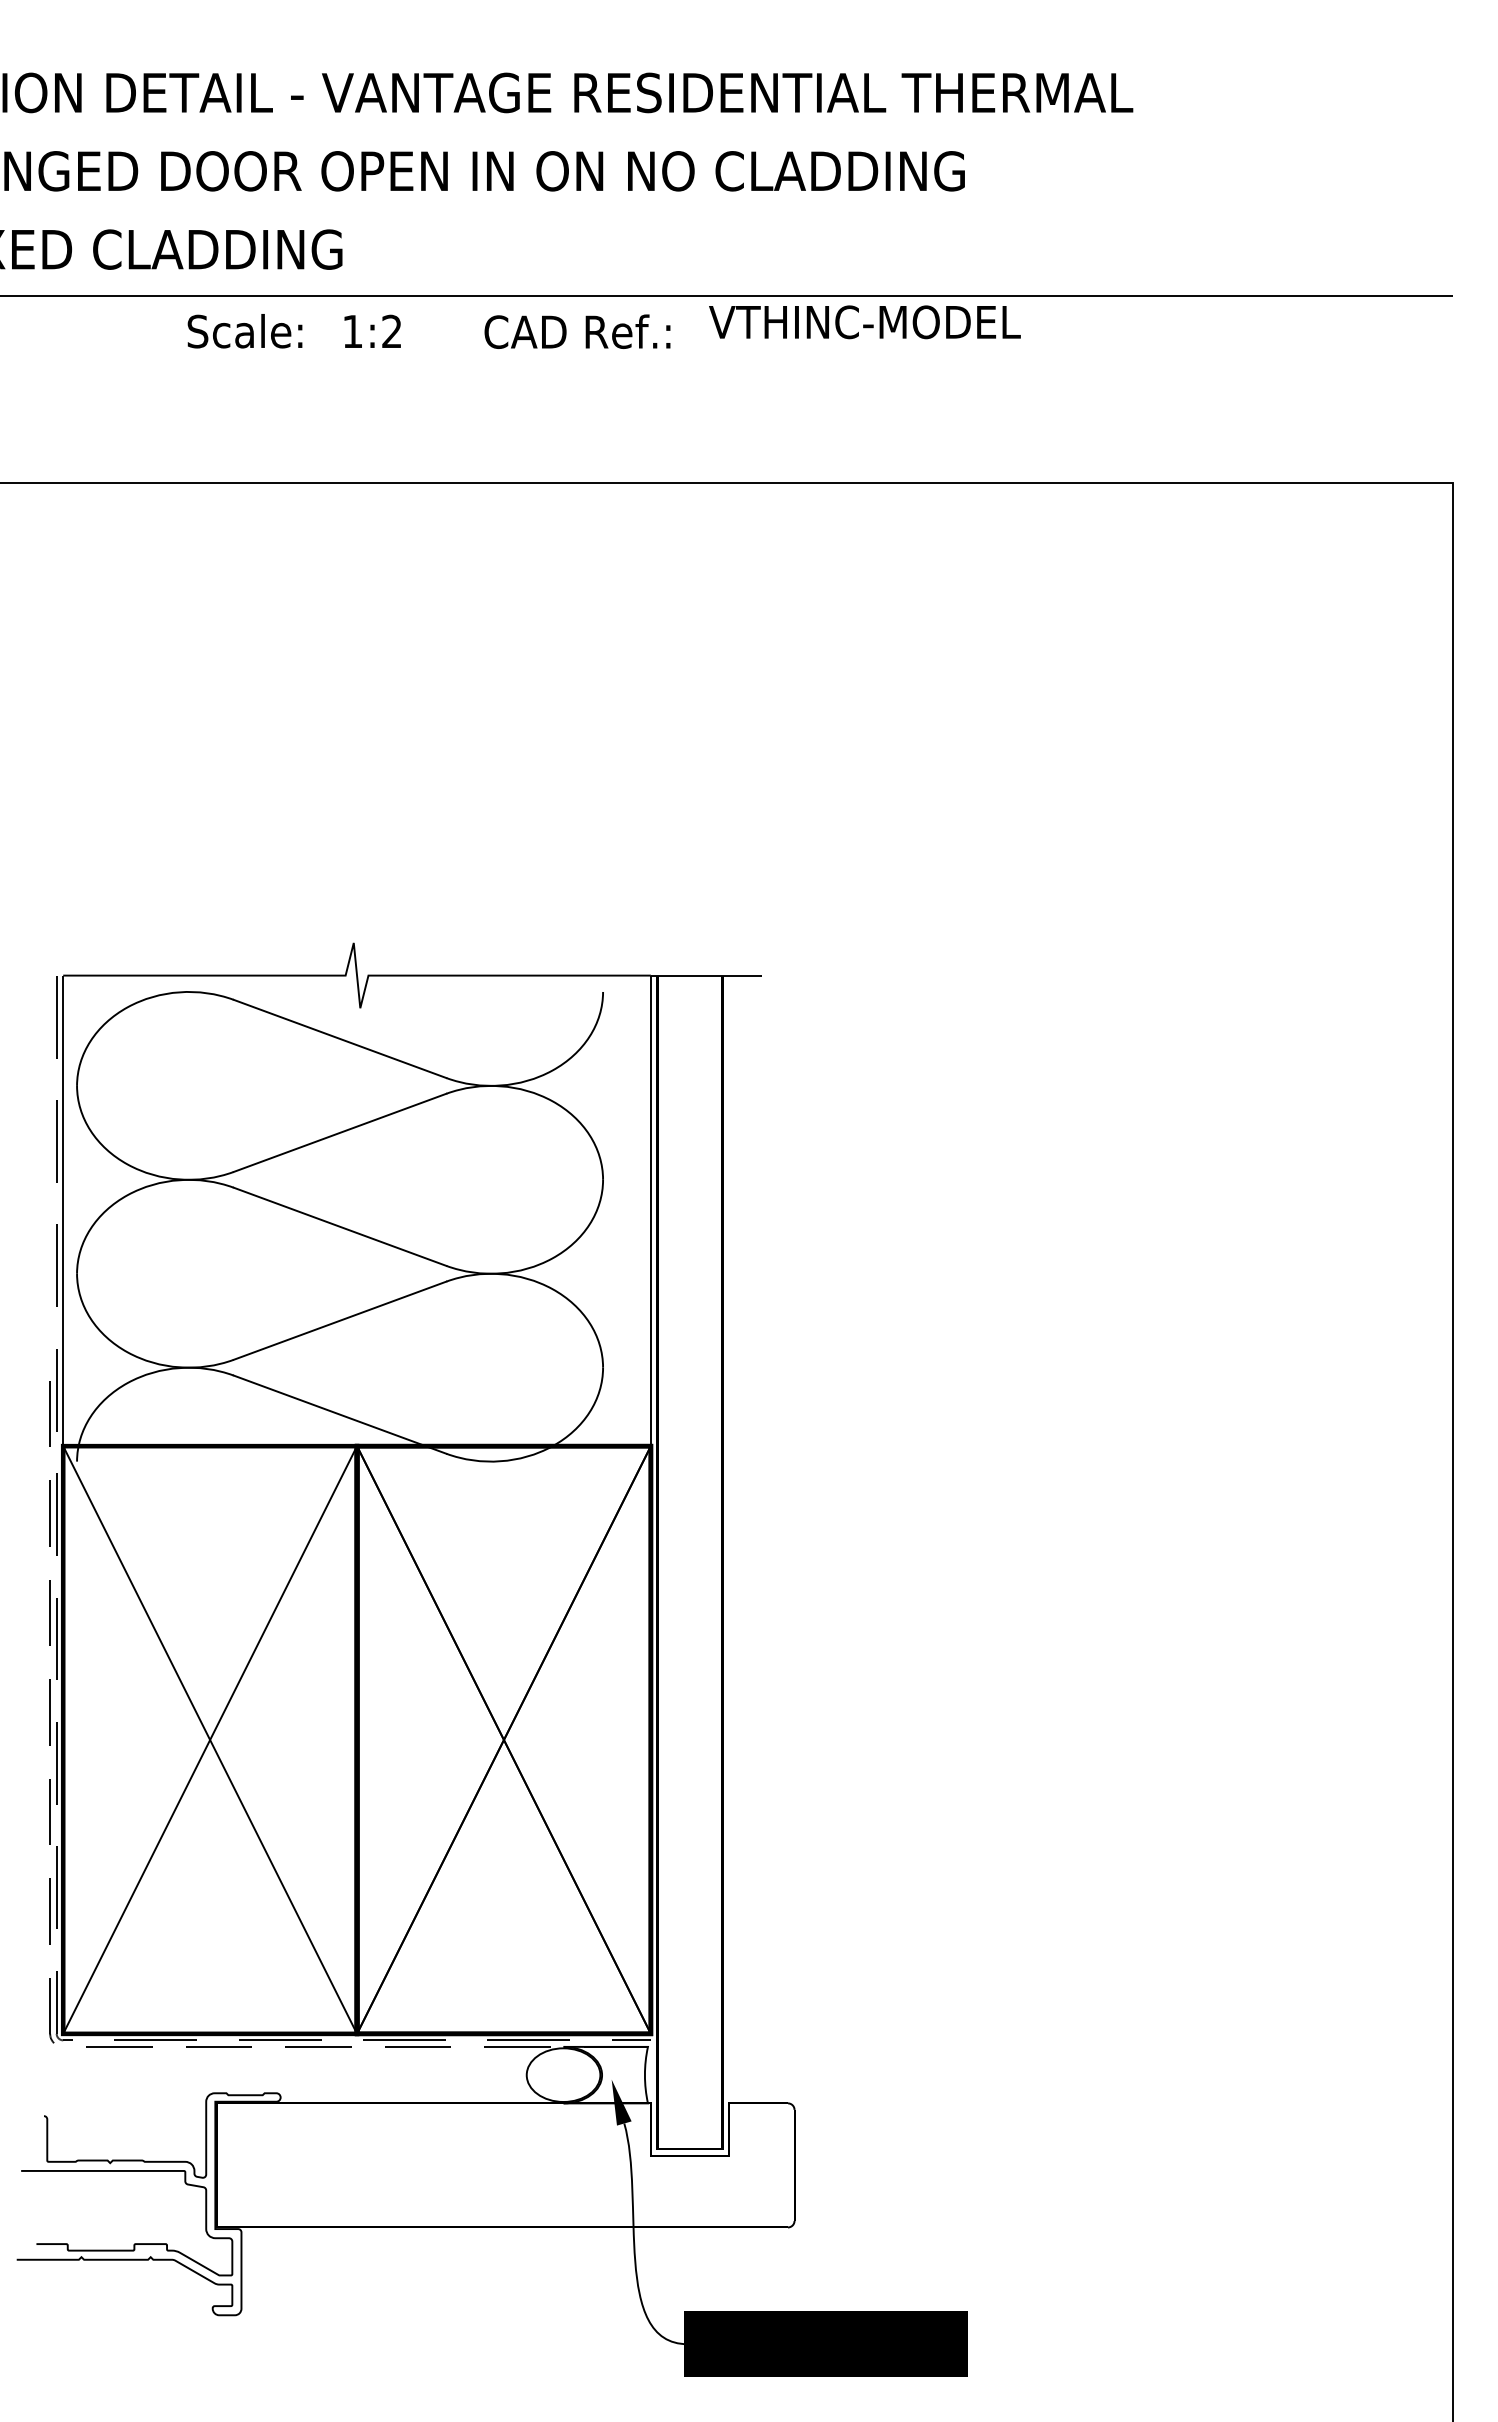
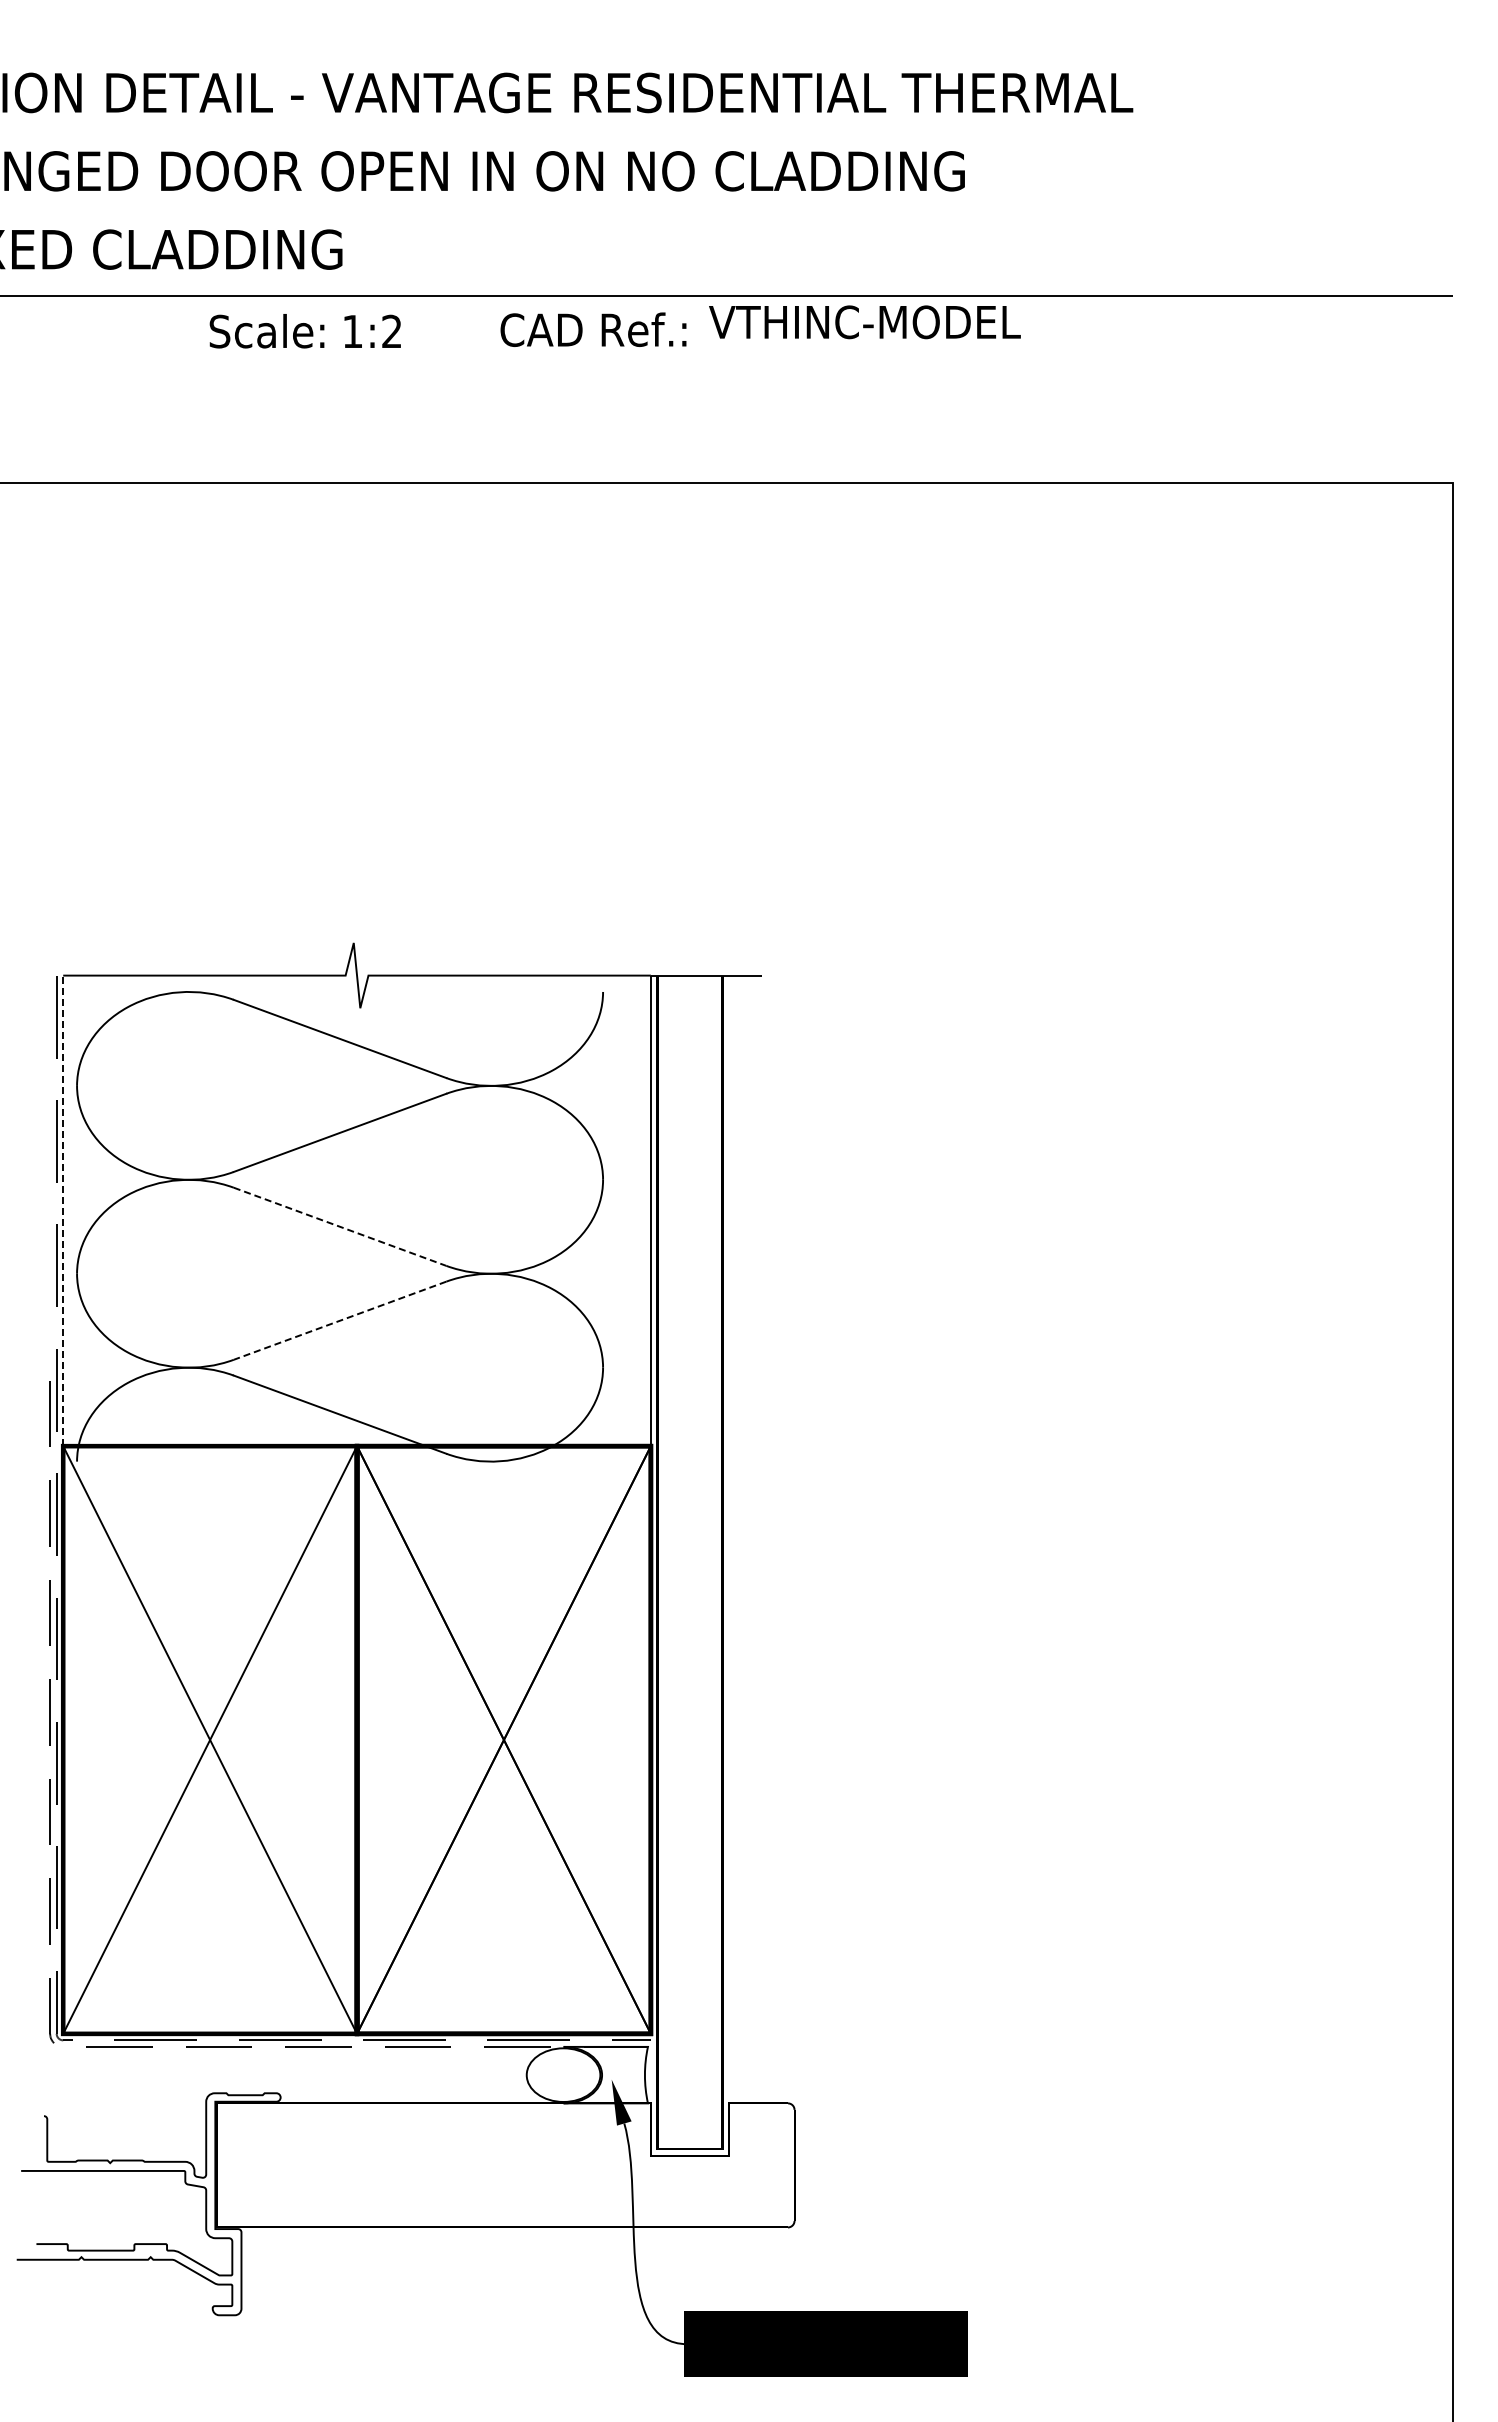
text at (244, 331) position: (244, 331) -> (266, 331)
text at (577, 331) position: (577, 331) -> (593, 329)
line at (63, 1210): solid -> dashed
line at (340, 1226): solid -> dashed
line at (339, 1320): solid -> dashed
